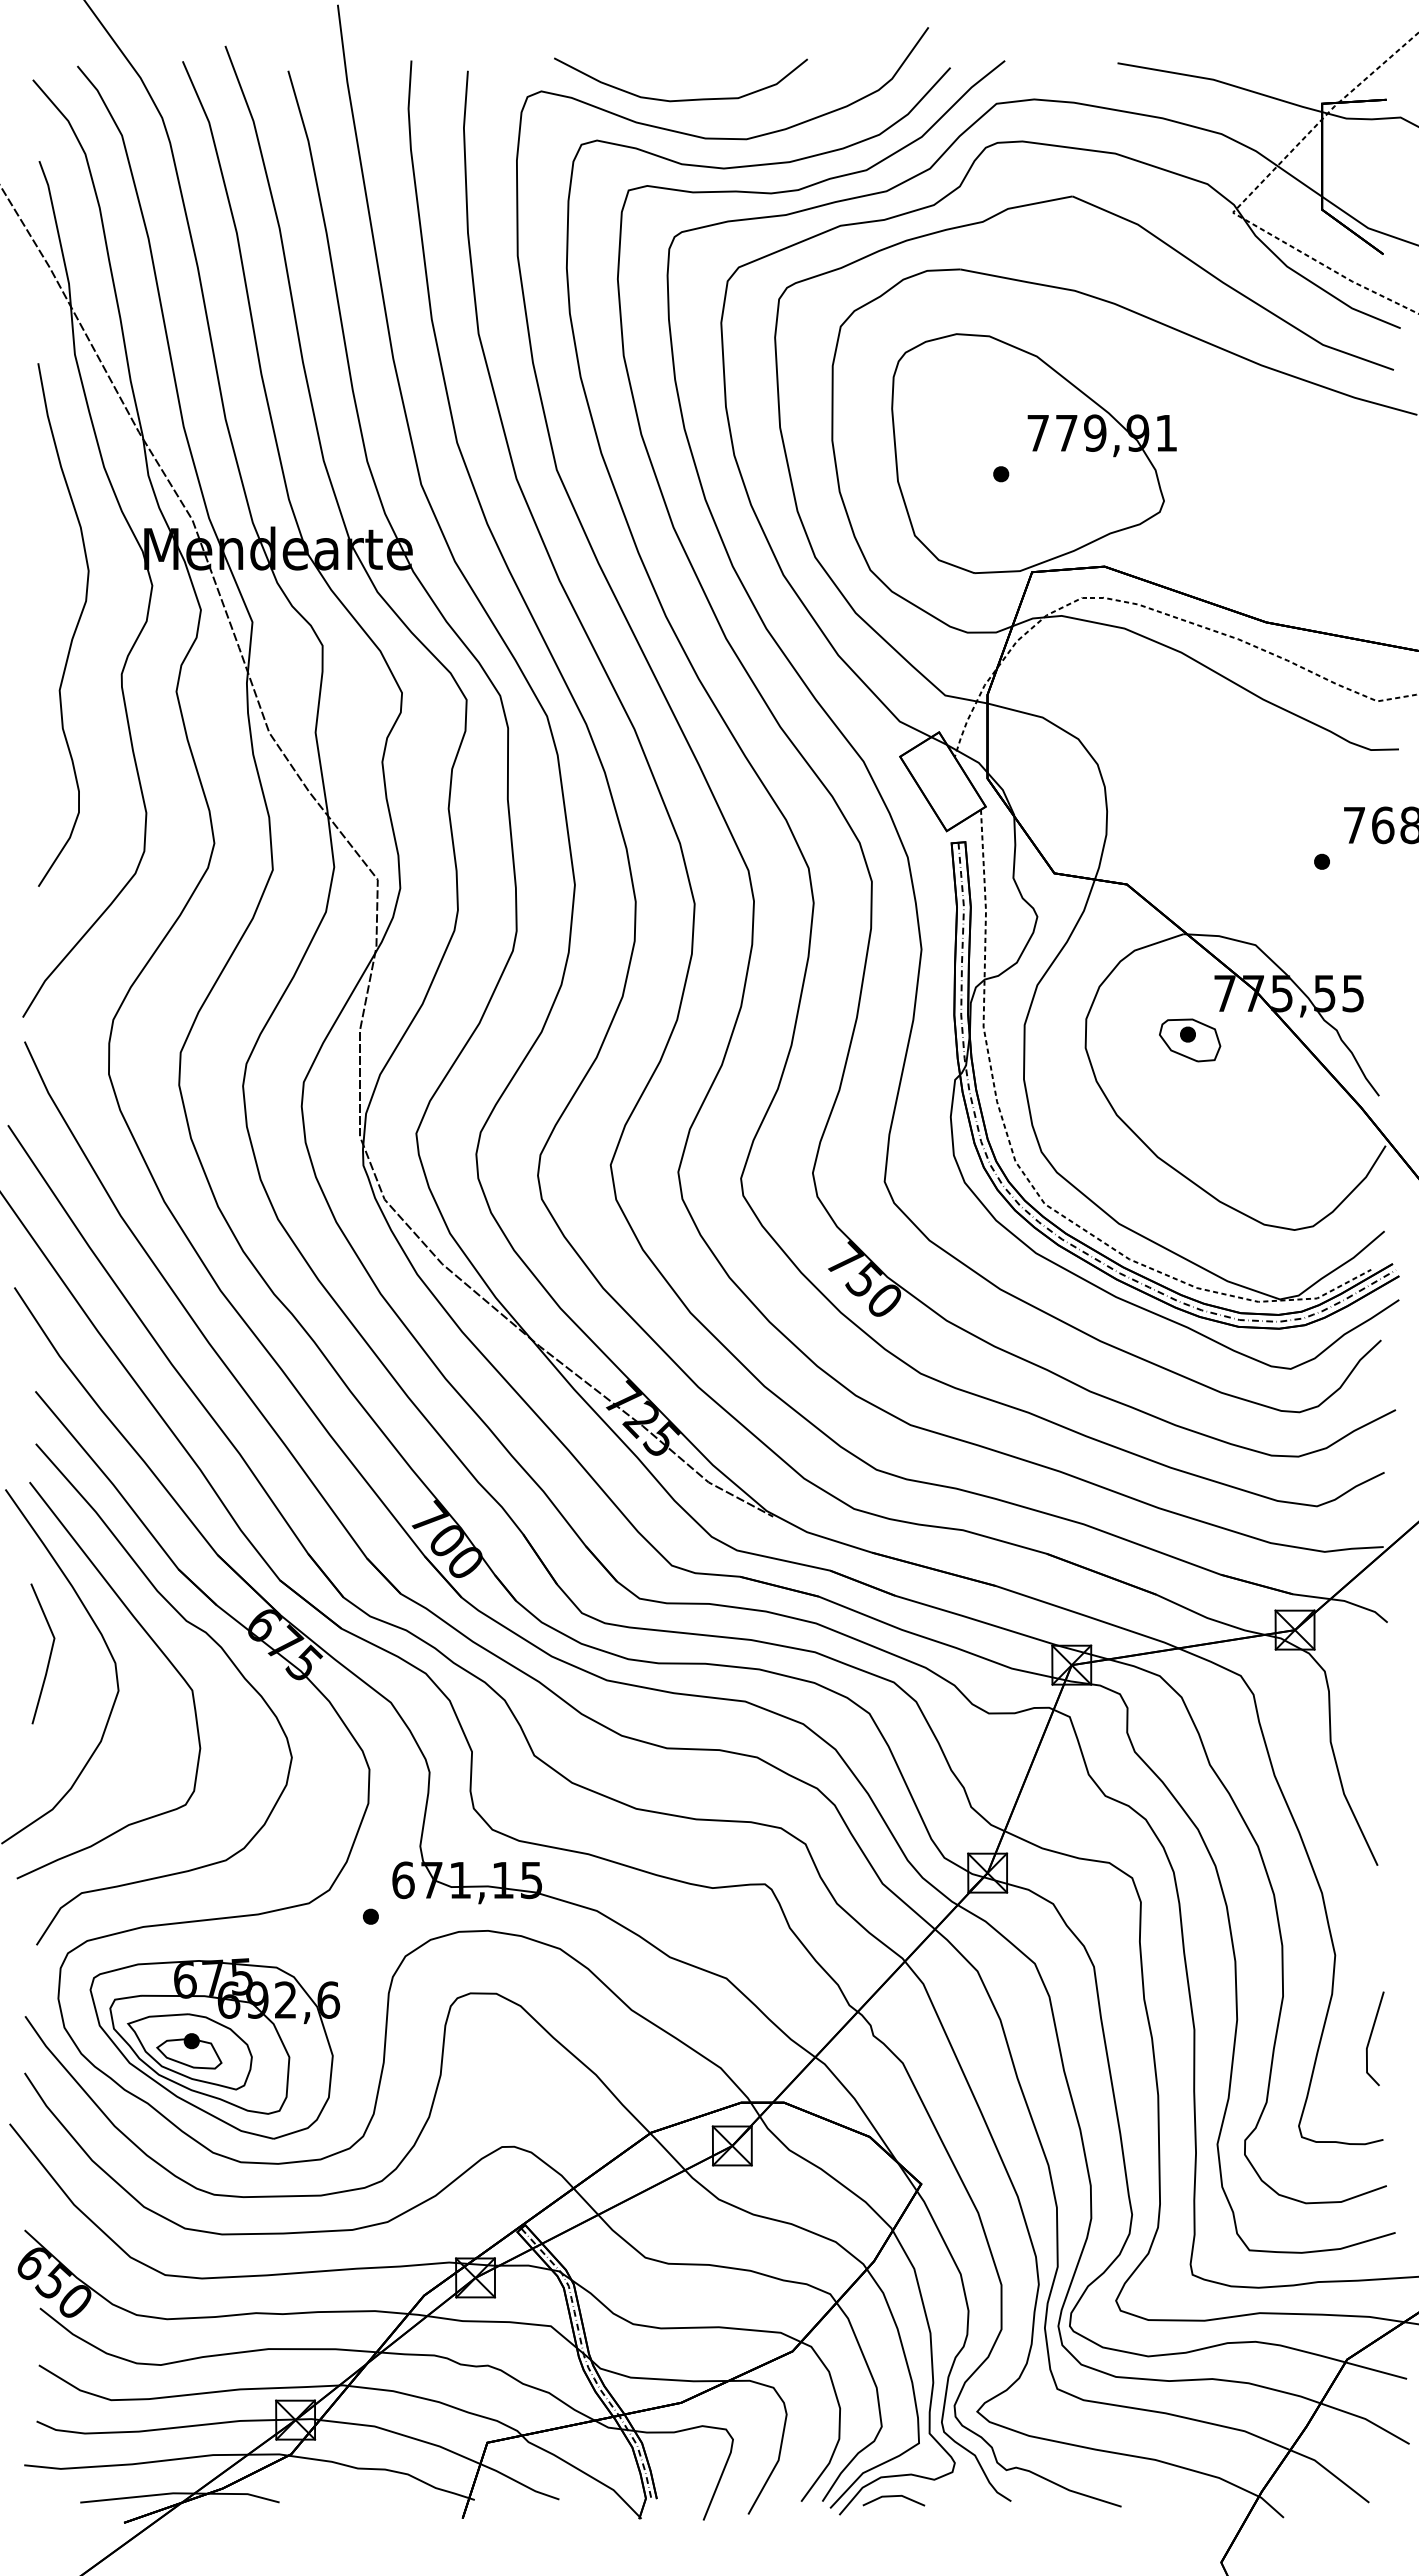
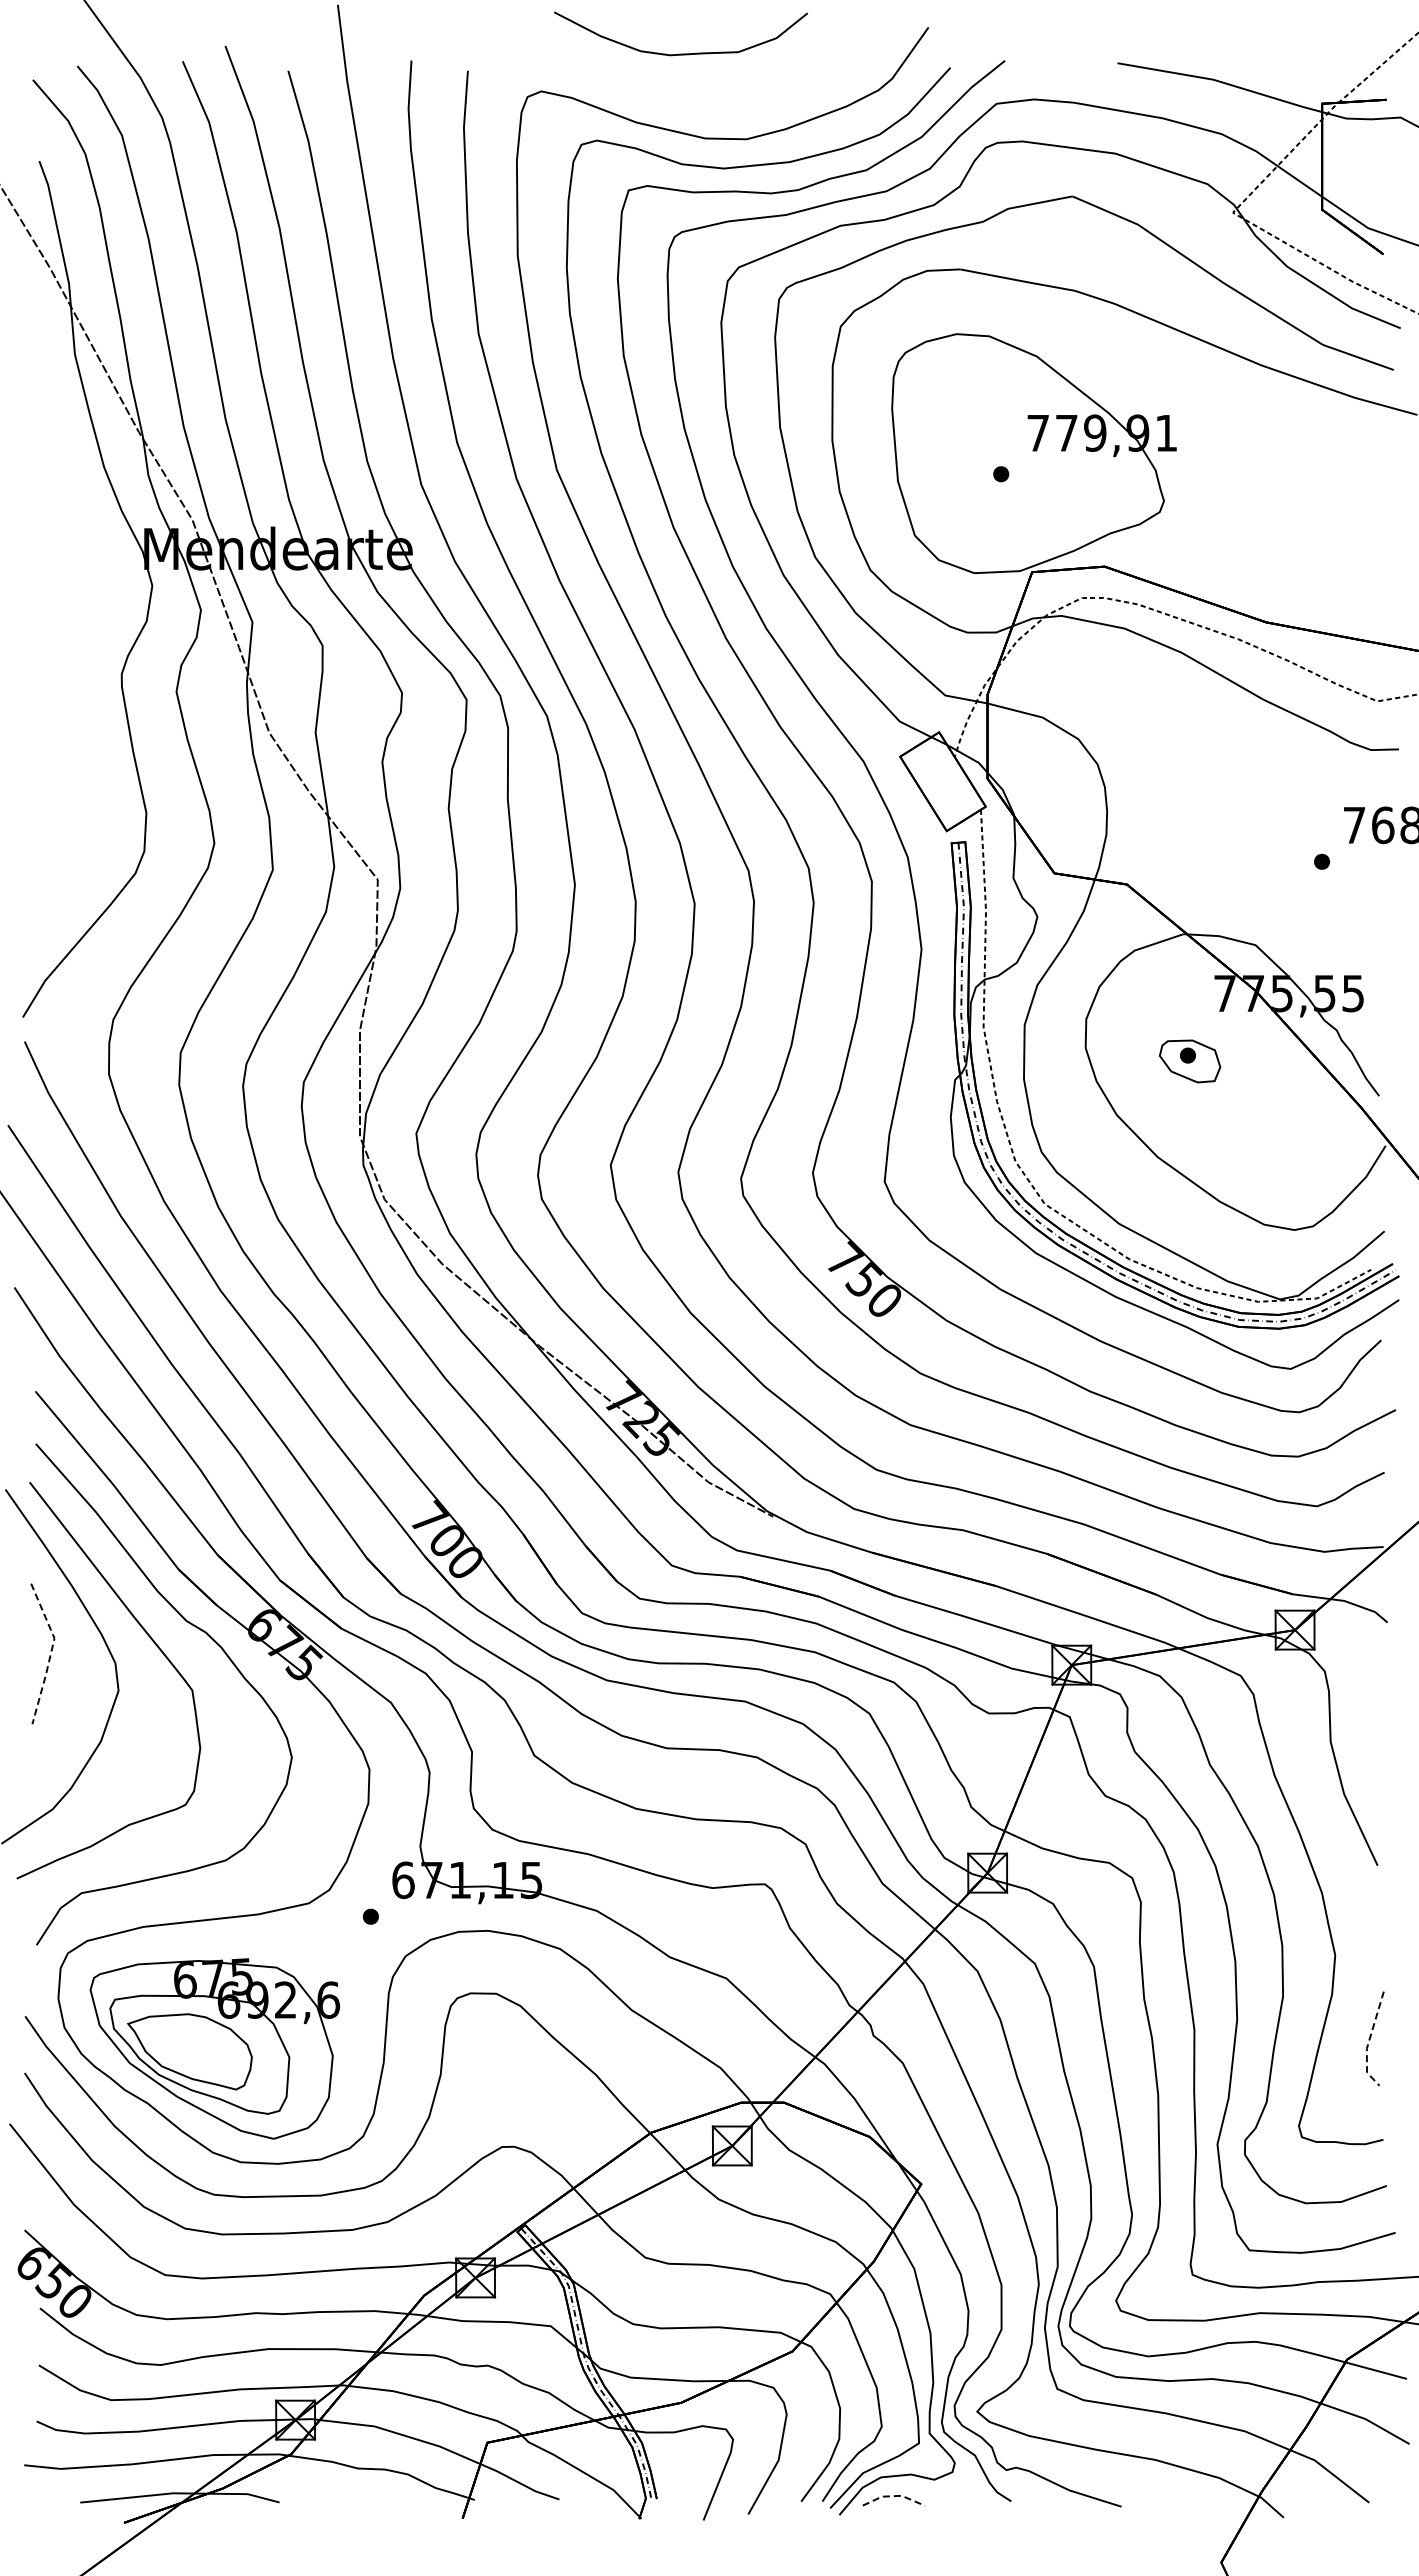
curve at (680, 99) position: (680, 99) -> (680, 53)
curve at (74, 629): present -> none
part at (1190, 1040) position: (1190, 1040) -> (1190, 1061)
line at (51, 1652): solid -> dashed
line at (1368, 2042): solid -> dashed
part at (189, 2051): present -> none
line at (893, 2496): solid -> dashed
